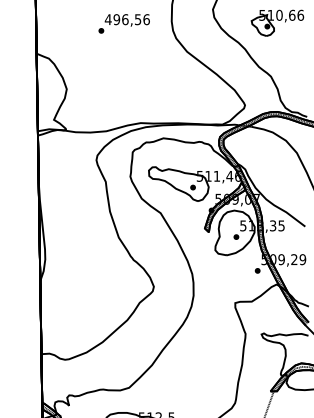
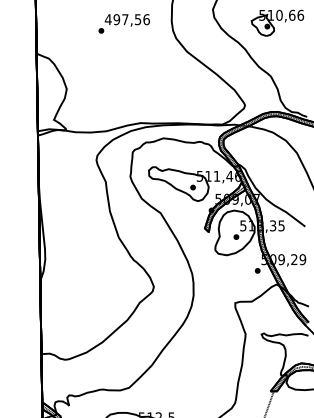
text at (125, 19): 496,56 -> 497,56
